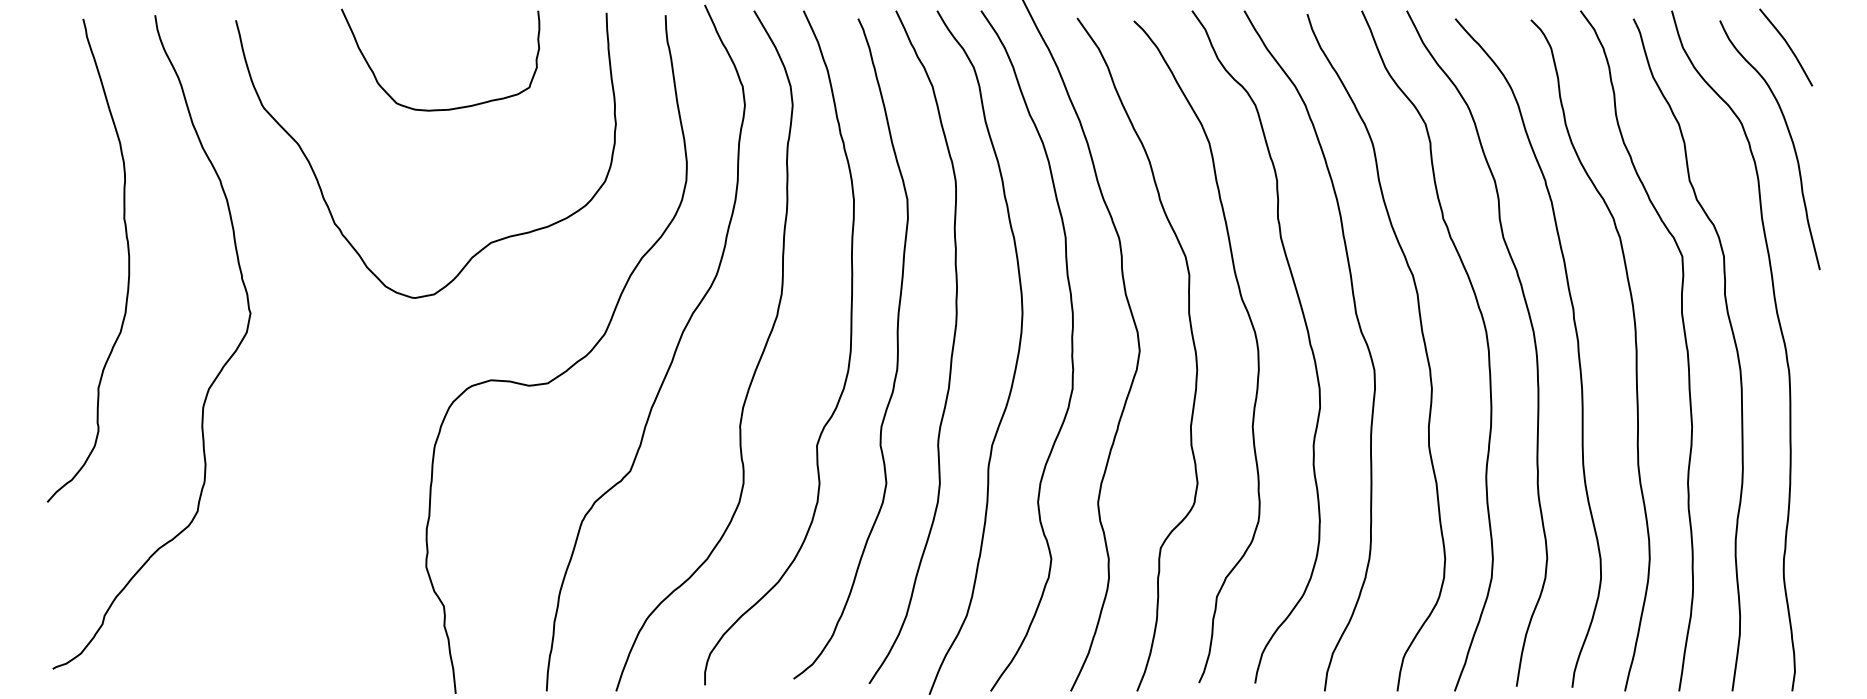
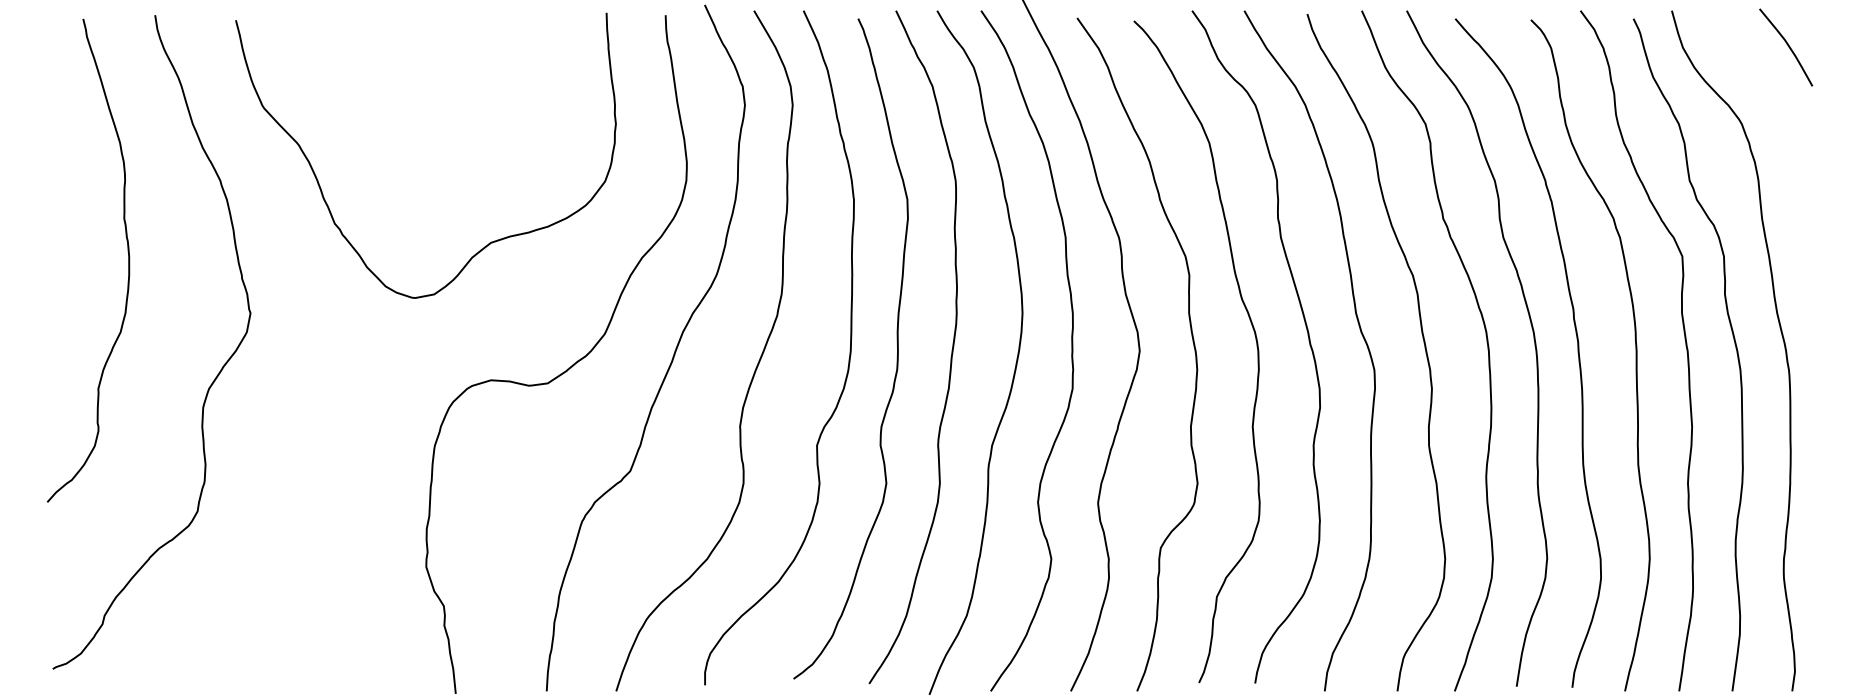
curve at (448, 108): present -> none
curve at (1790, 139): present -> none
